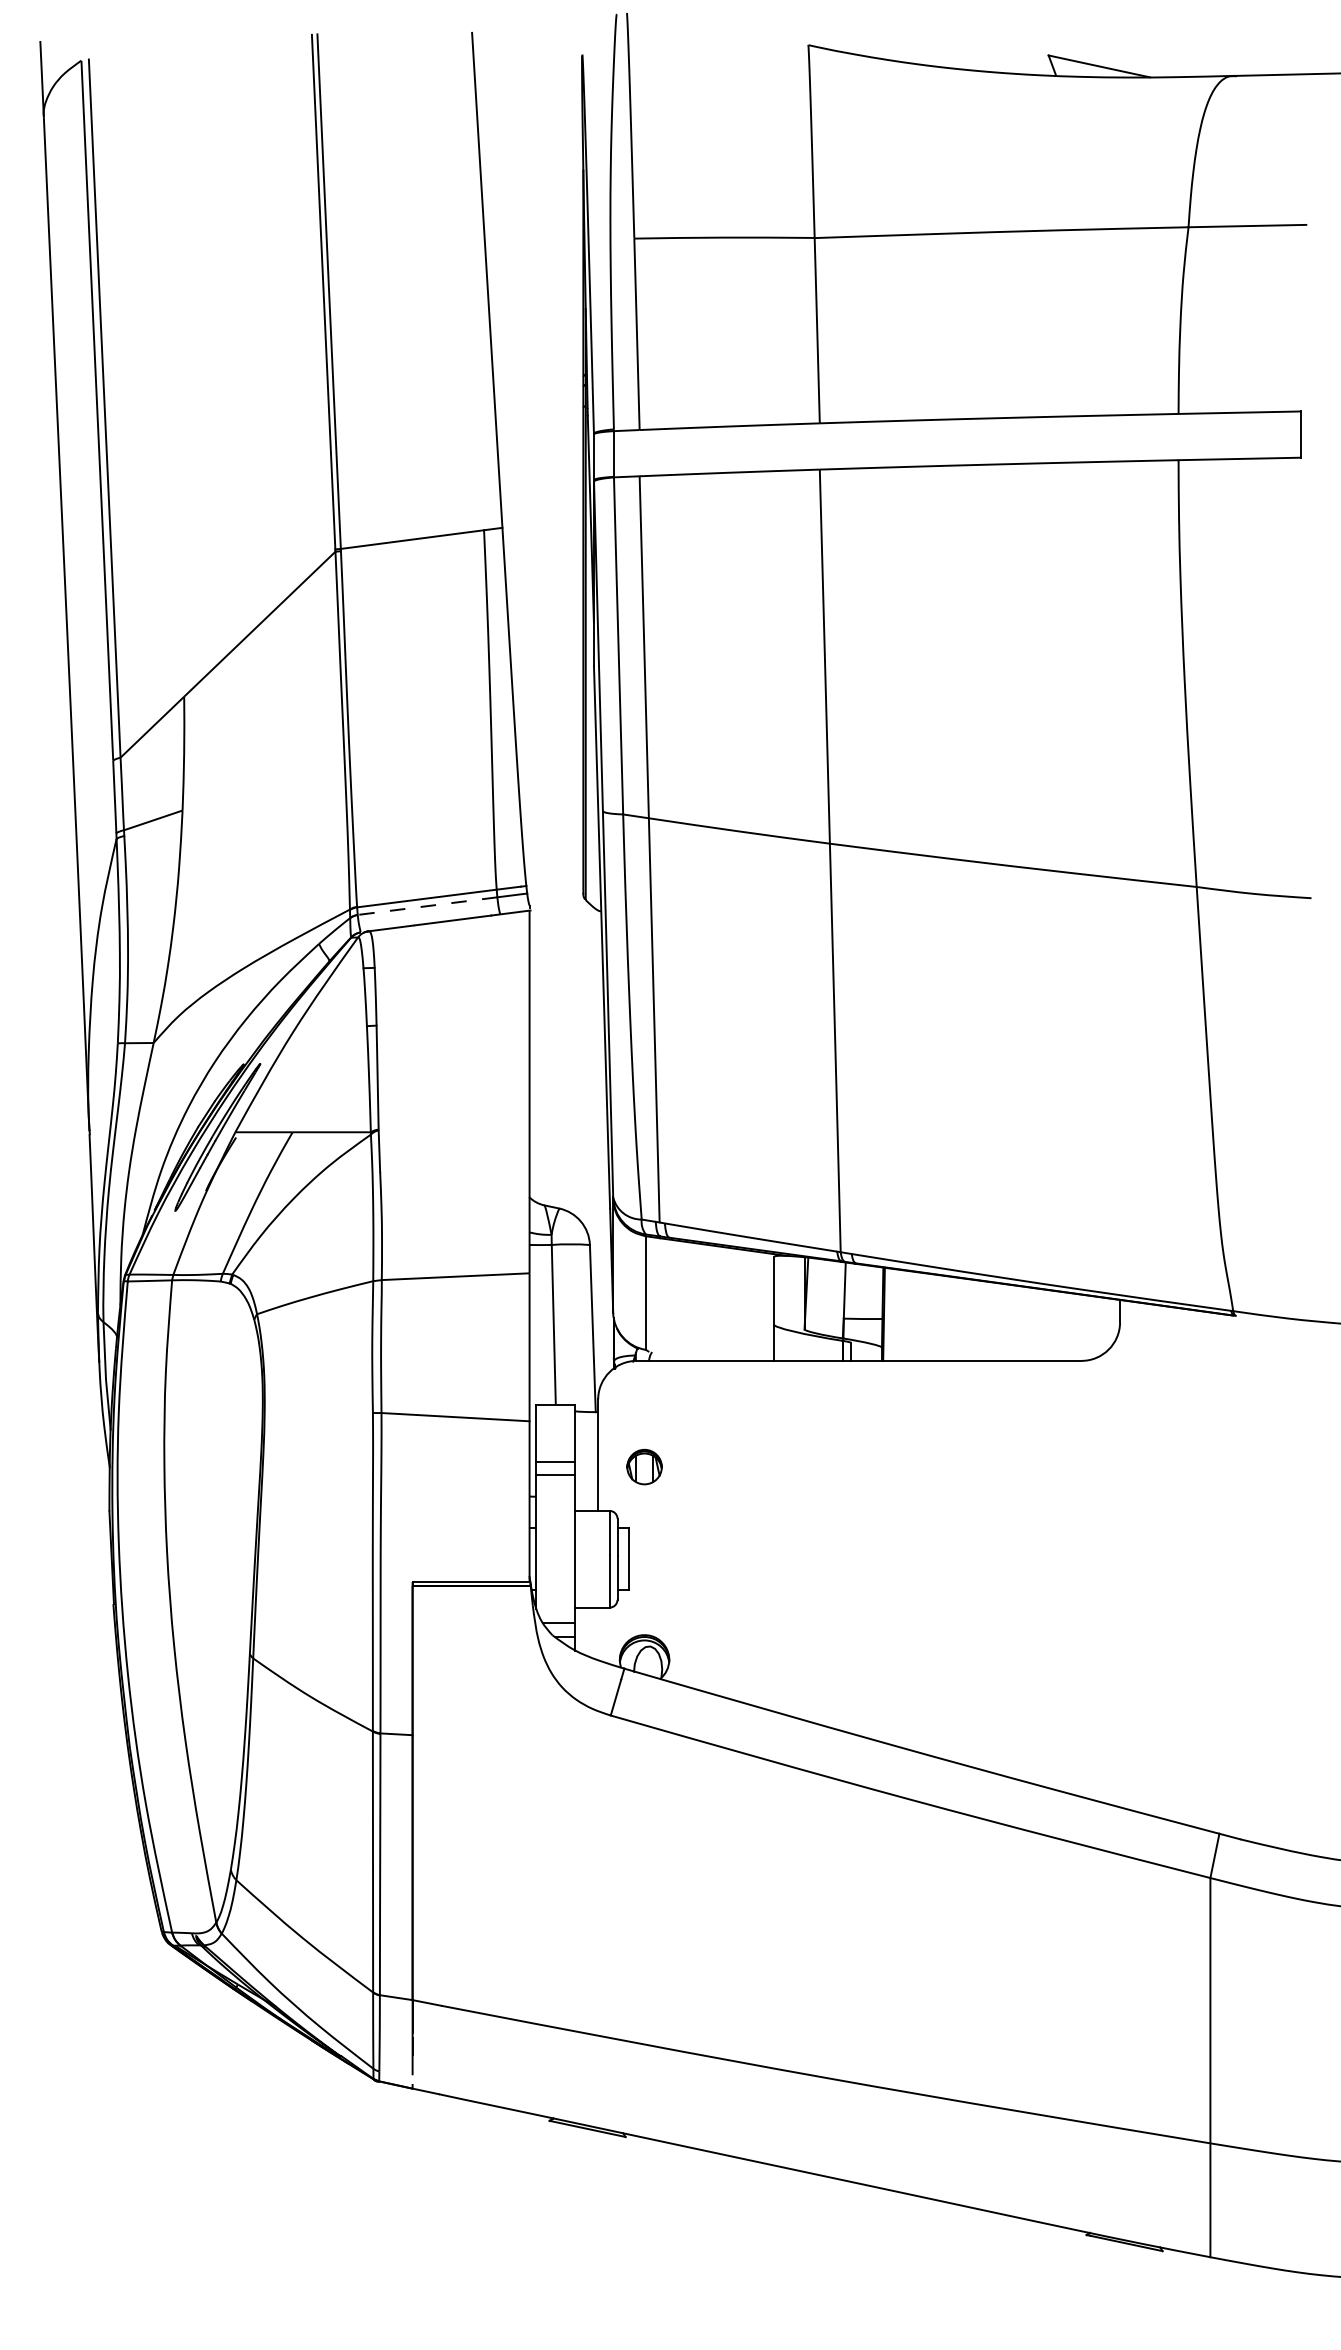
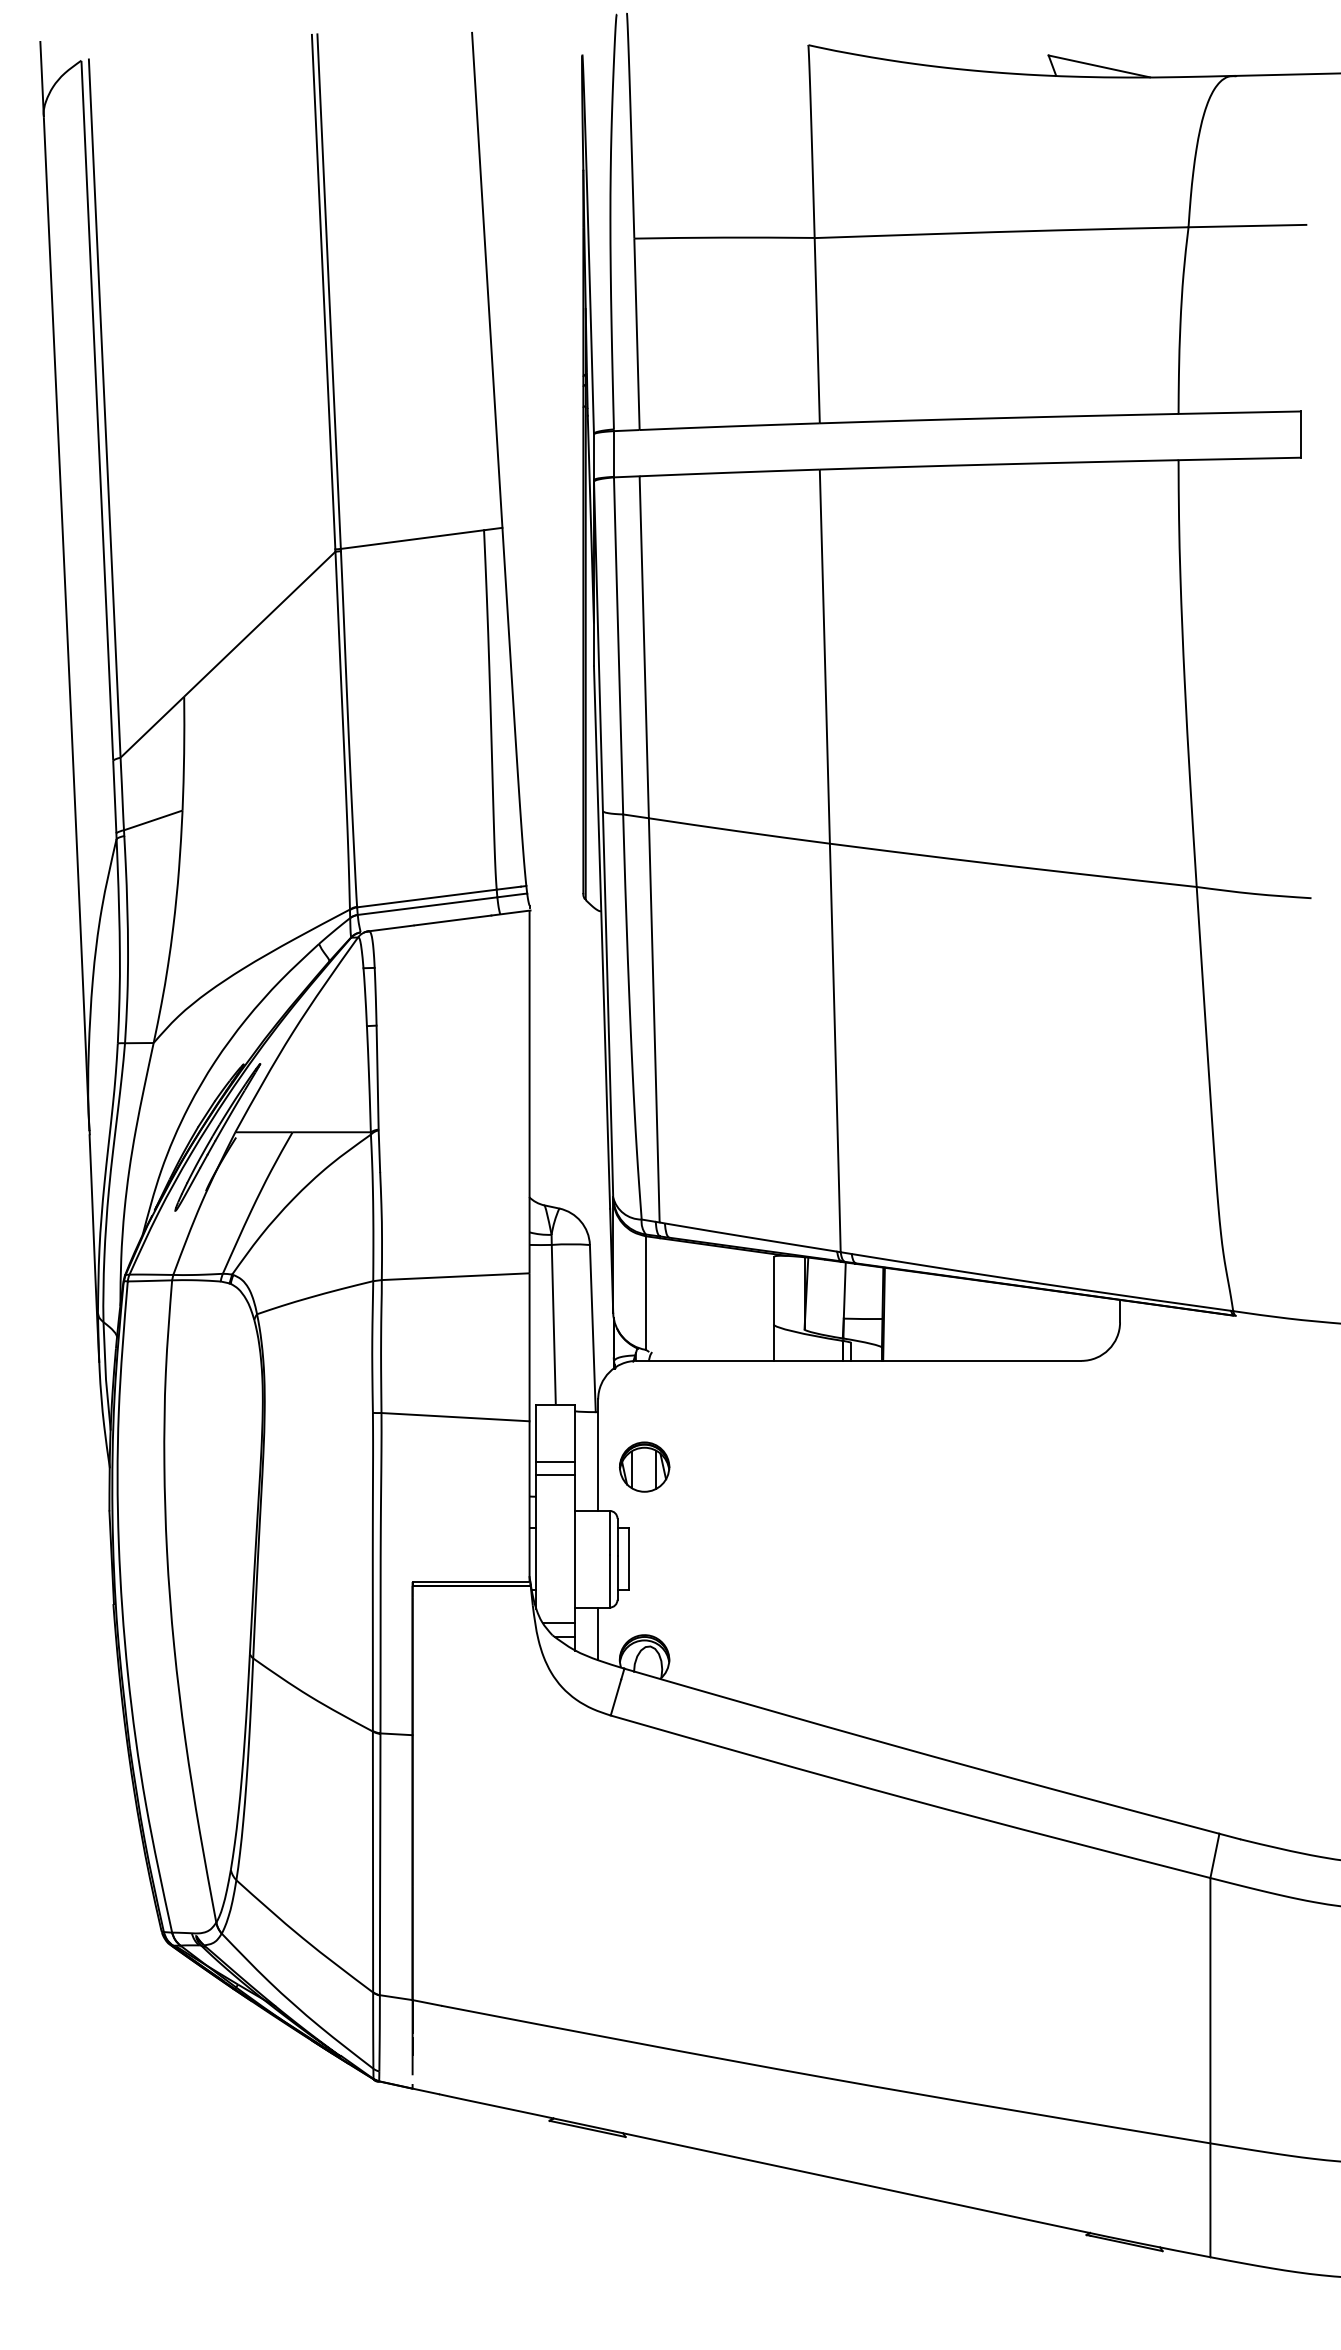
line at (427, 906): dashed -> solid
part at (644, 1466) size: 37x38 px -> 53x52 px
line at (598, 1633): none -> present
